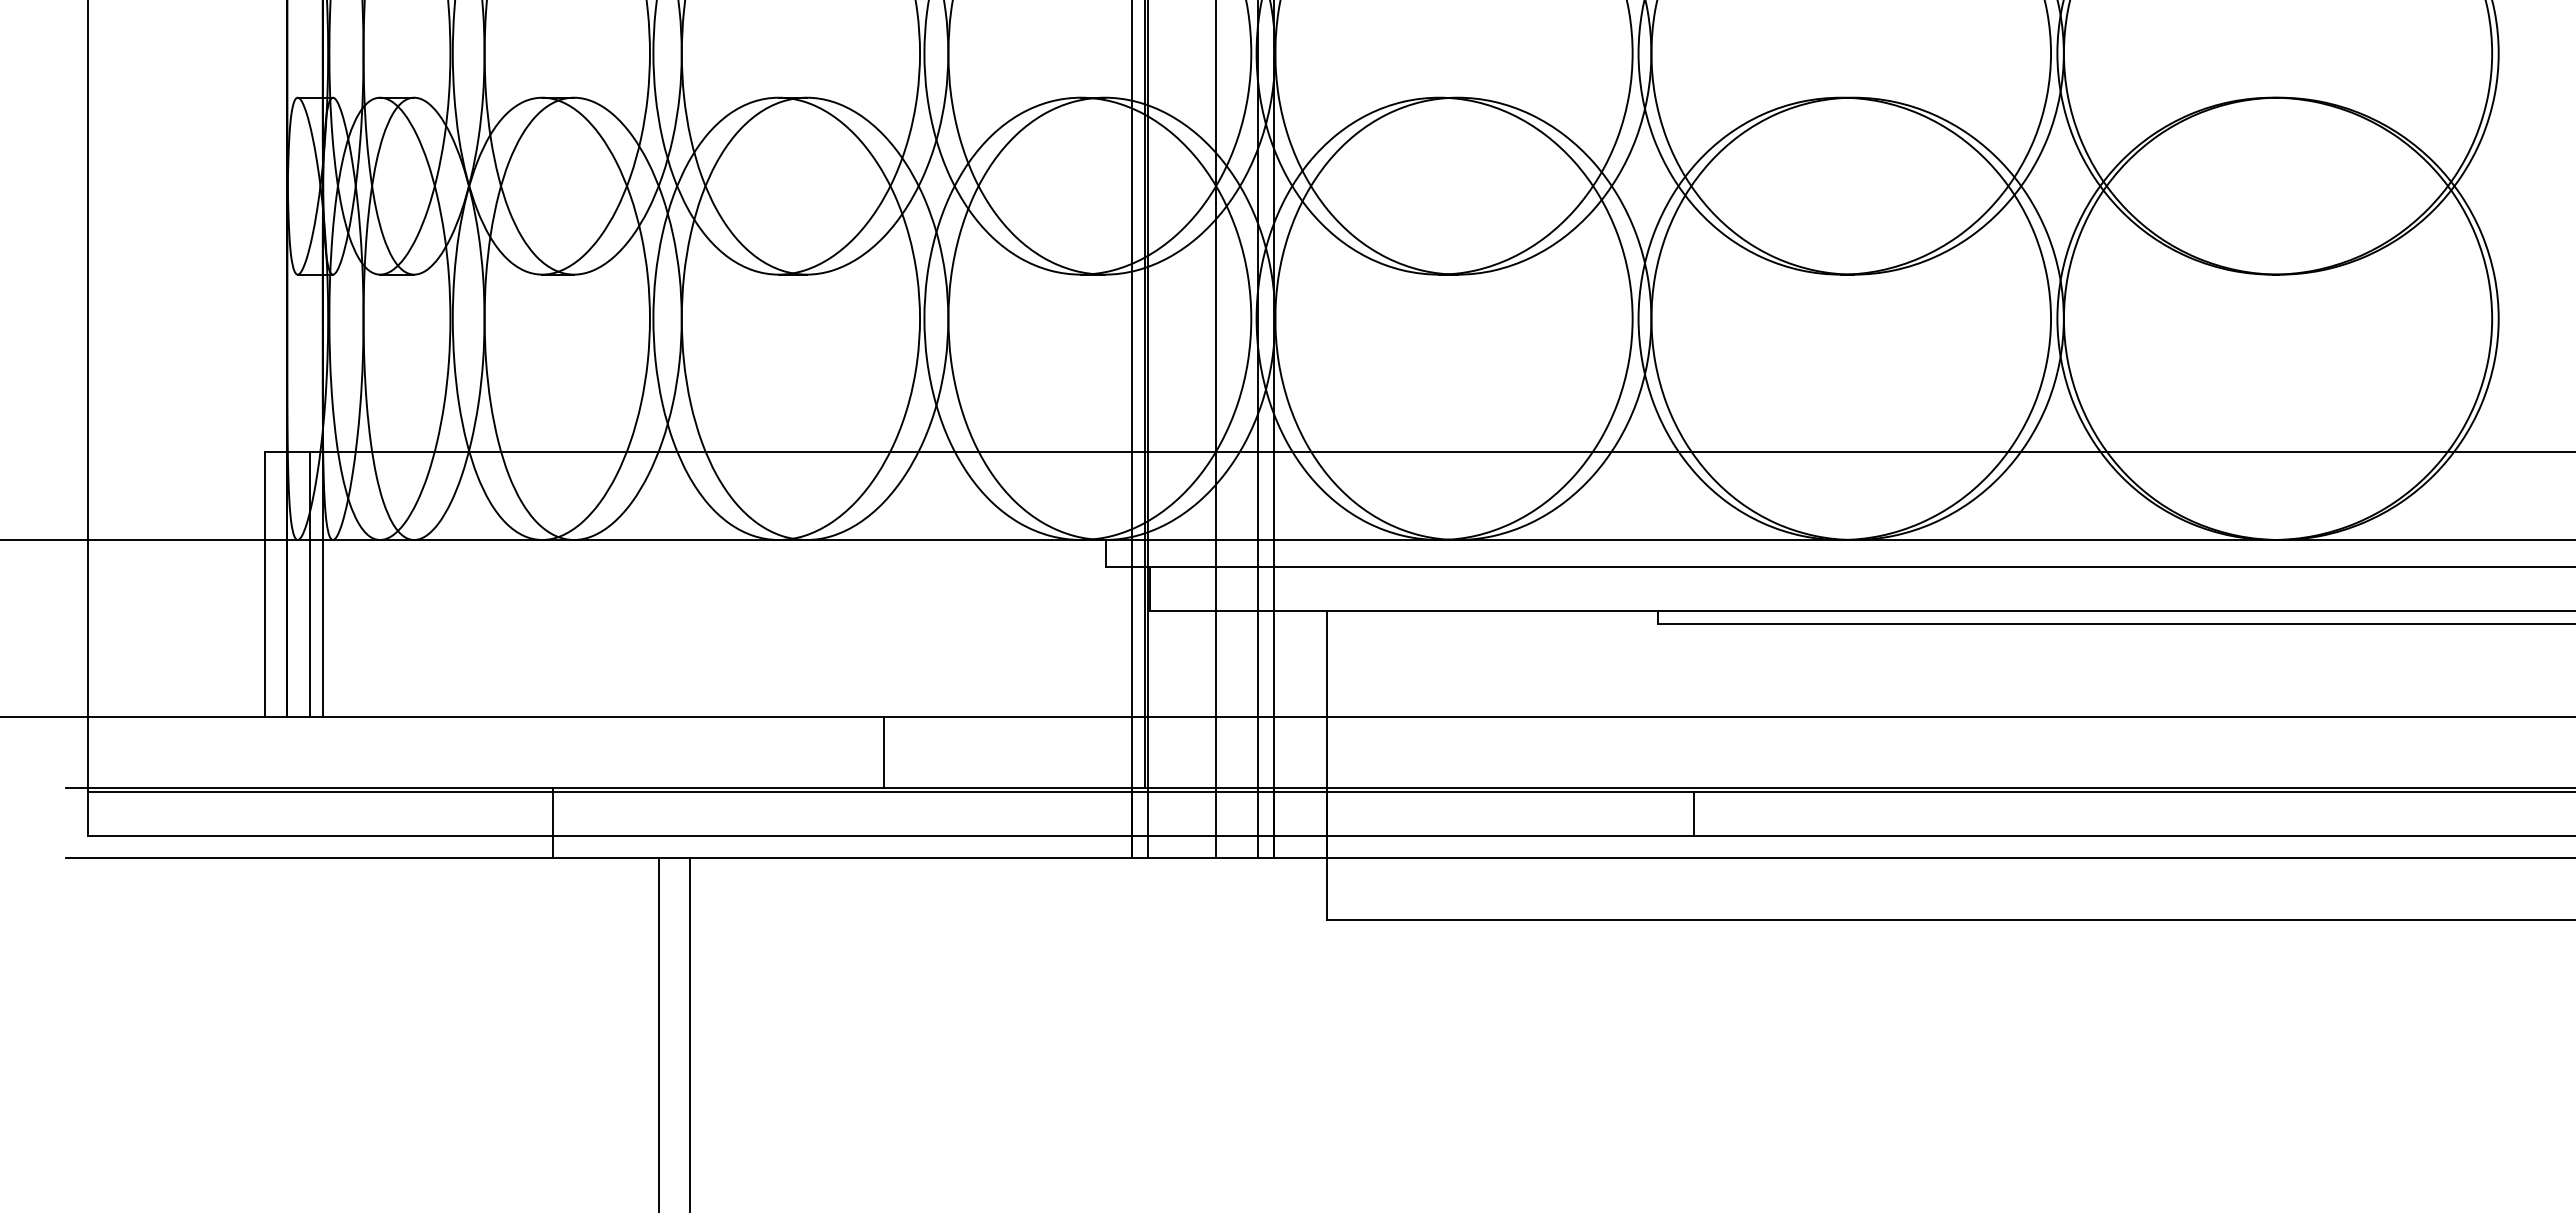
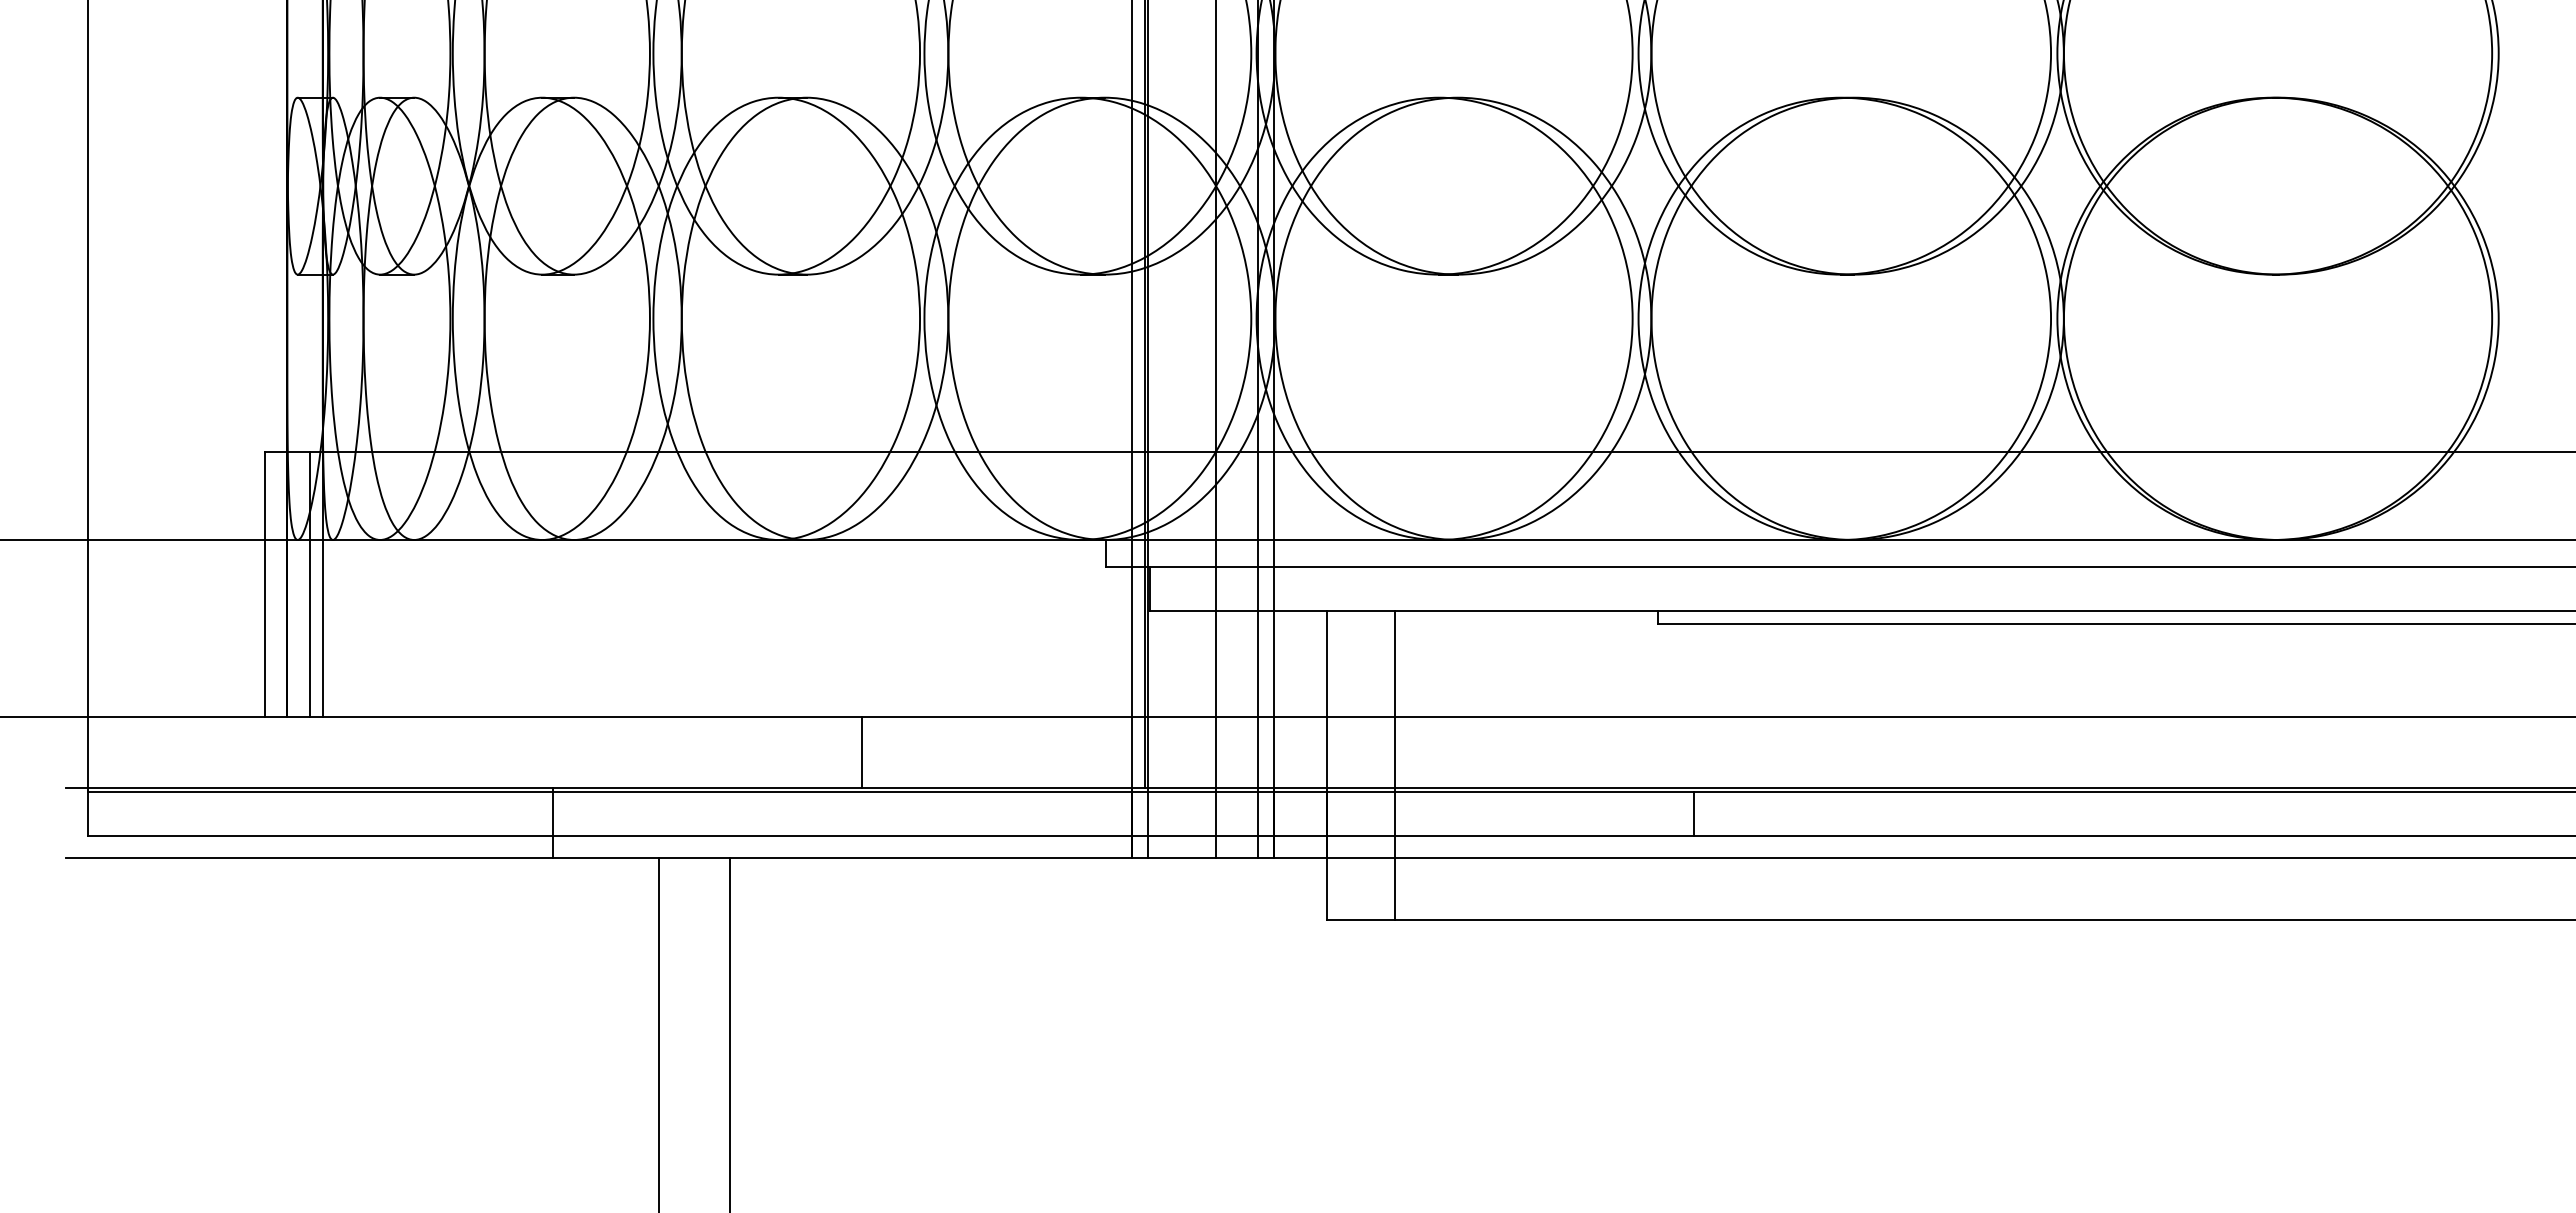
line at (884, 751) position: (884, 751) -> (862, 751)
line at (1394, 765): none -> present
line at (689, 1033) position: (689, 1033) -> (729, 1033)
